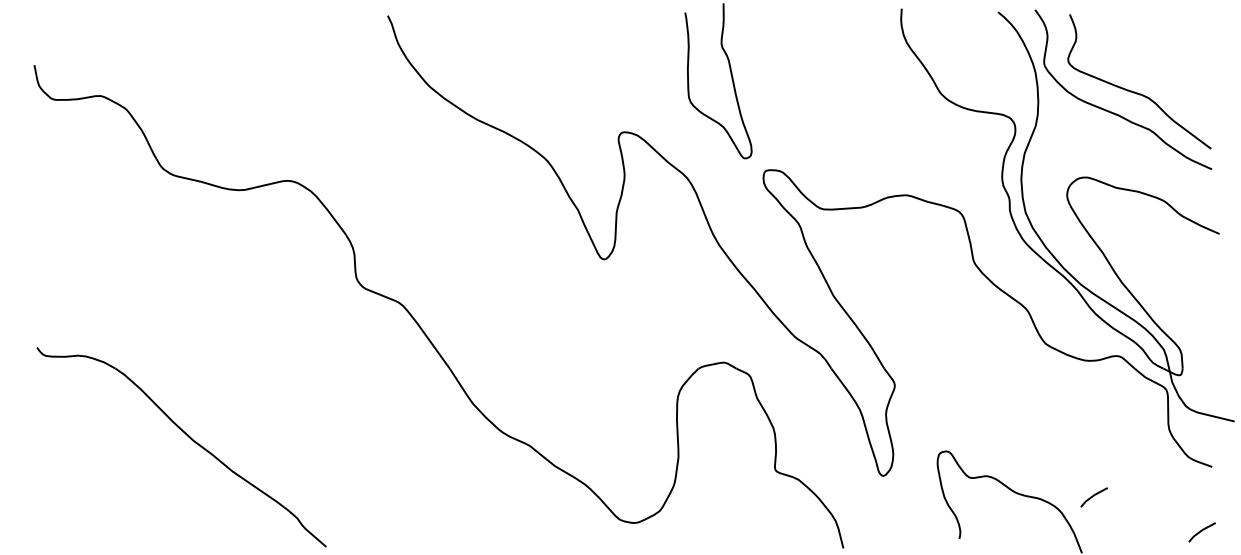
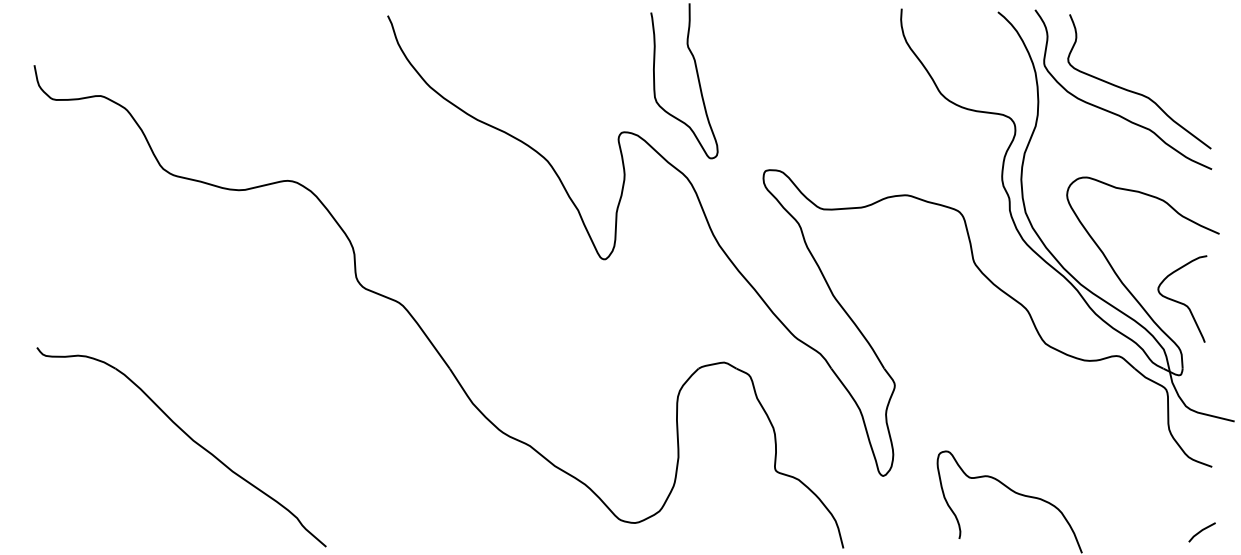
curve at (731, 79) position: (731, 79) -> (697, 79)
curve at (1182, 302): none -> present
line at (1093, 496): present -> none
